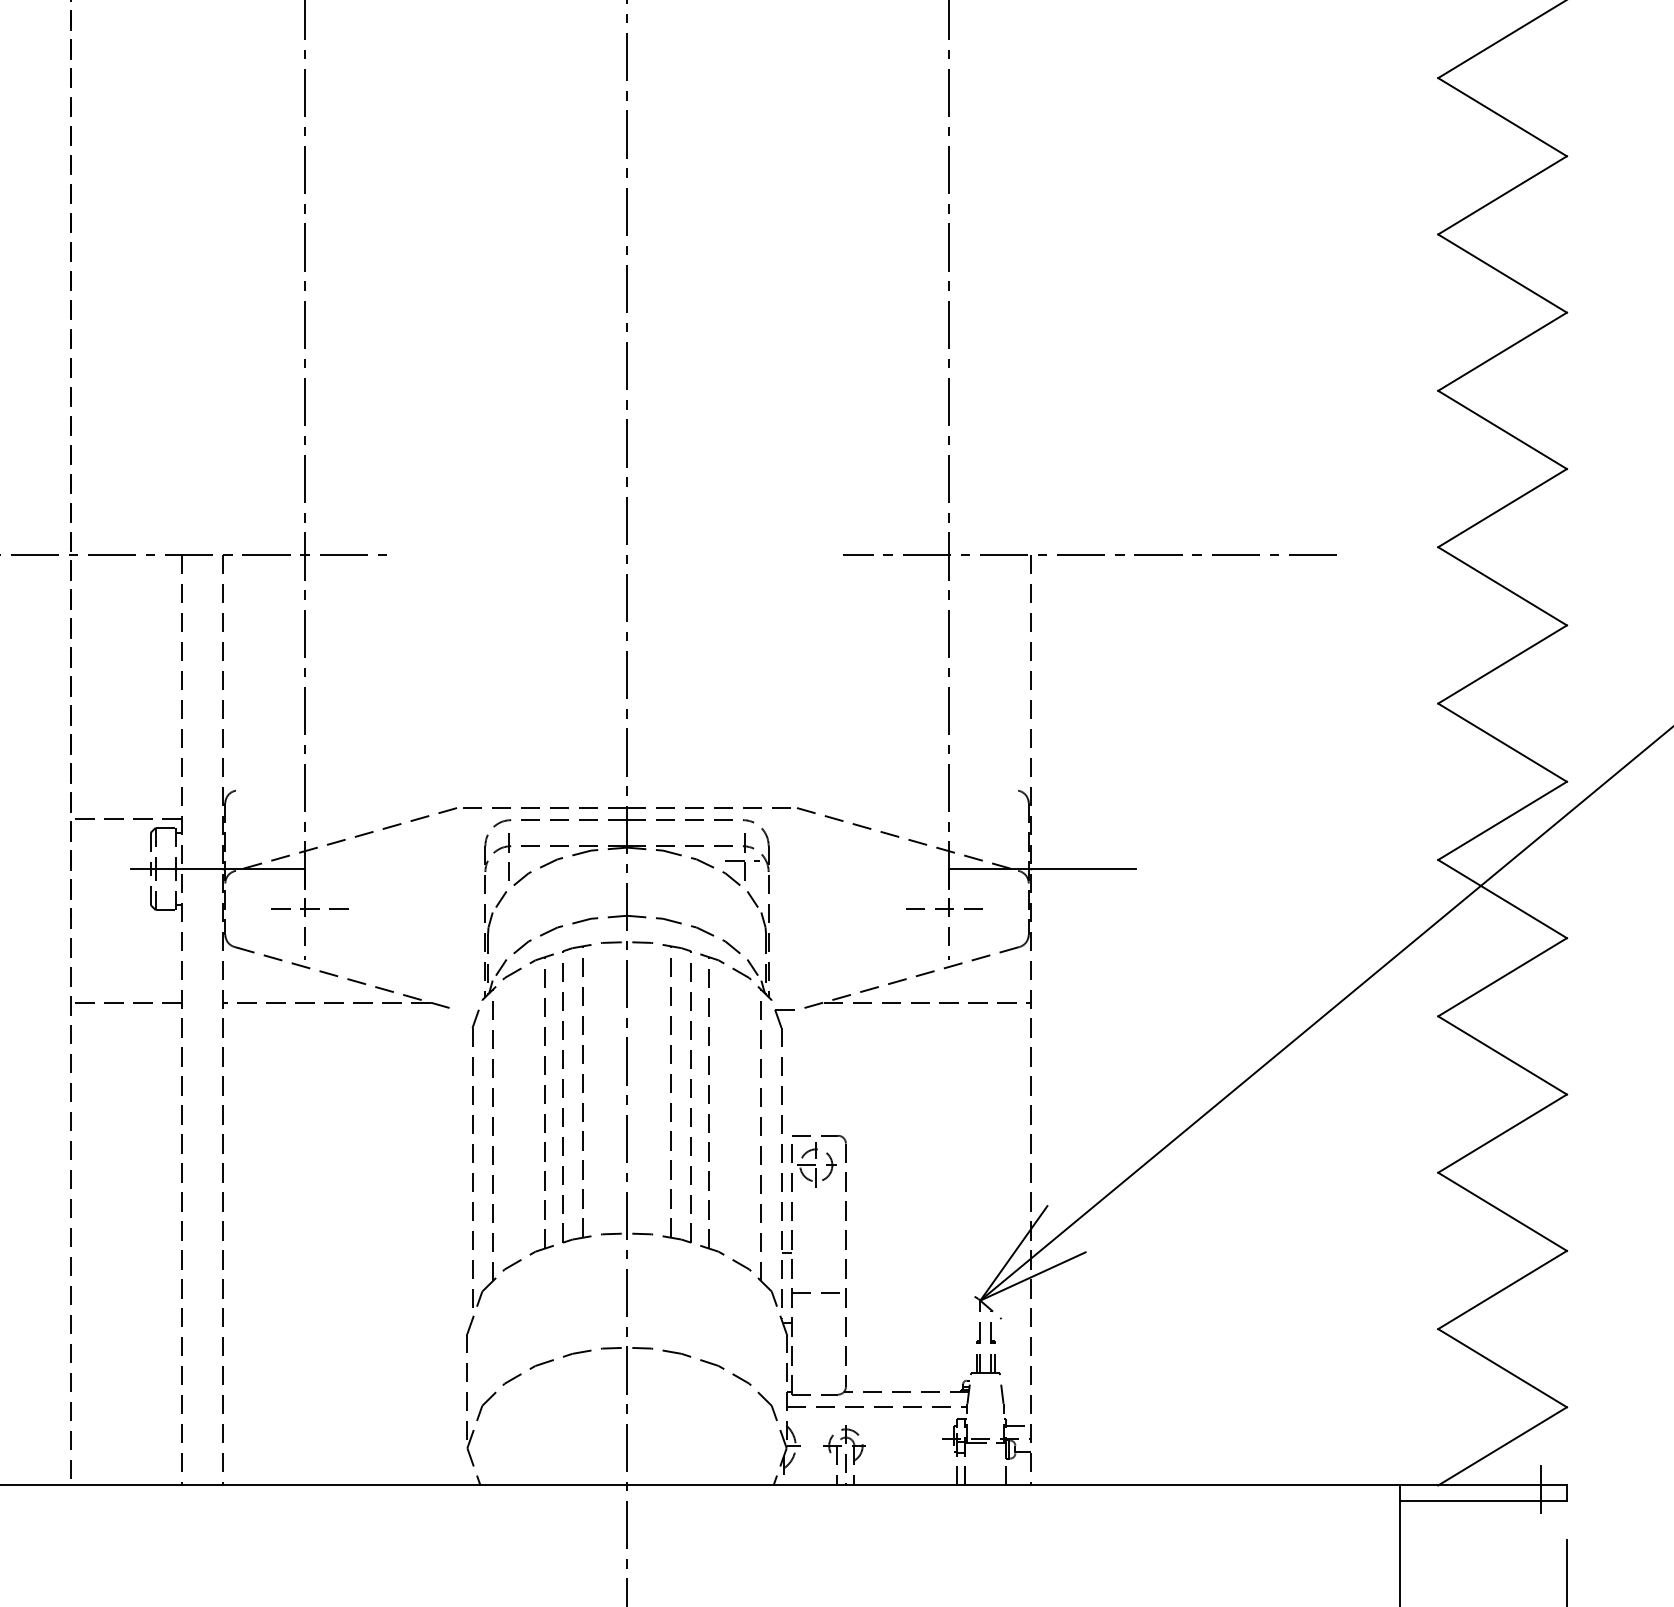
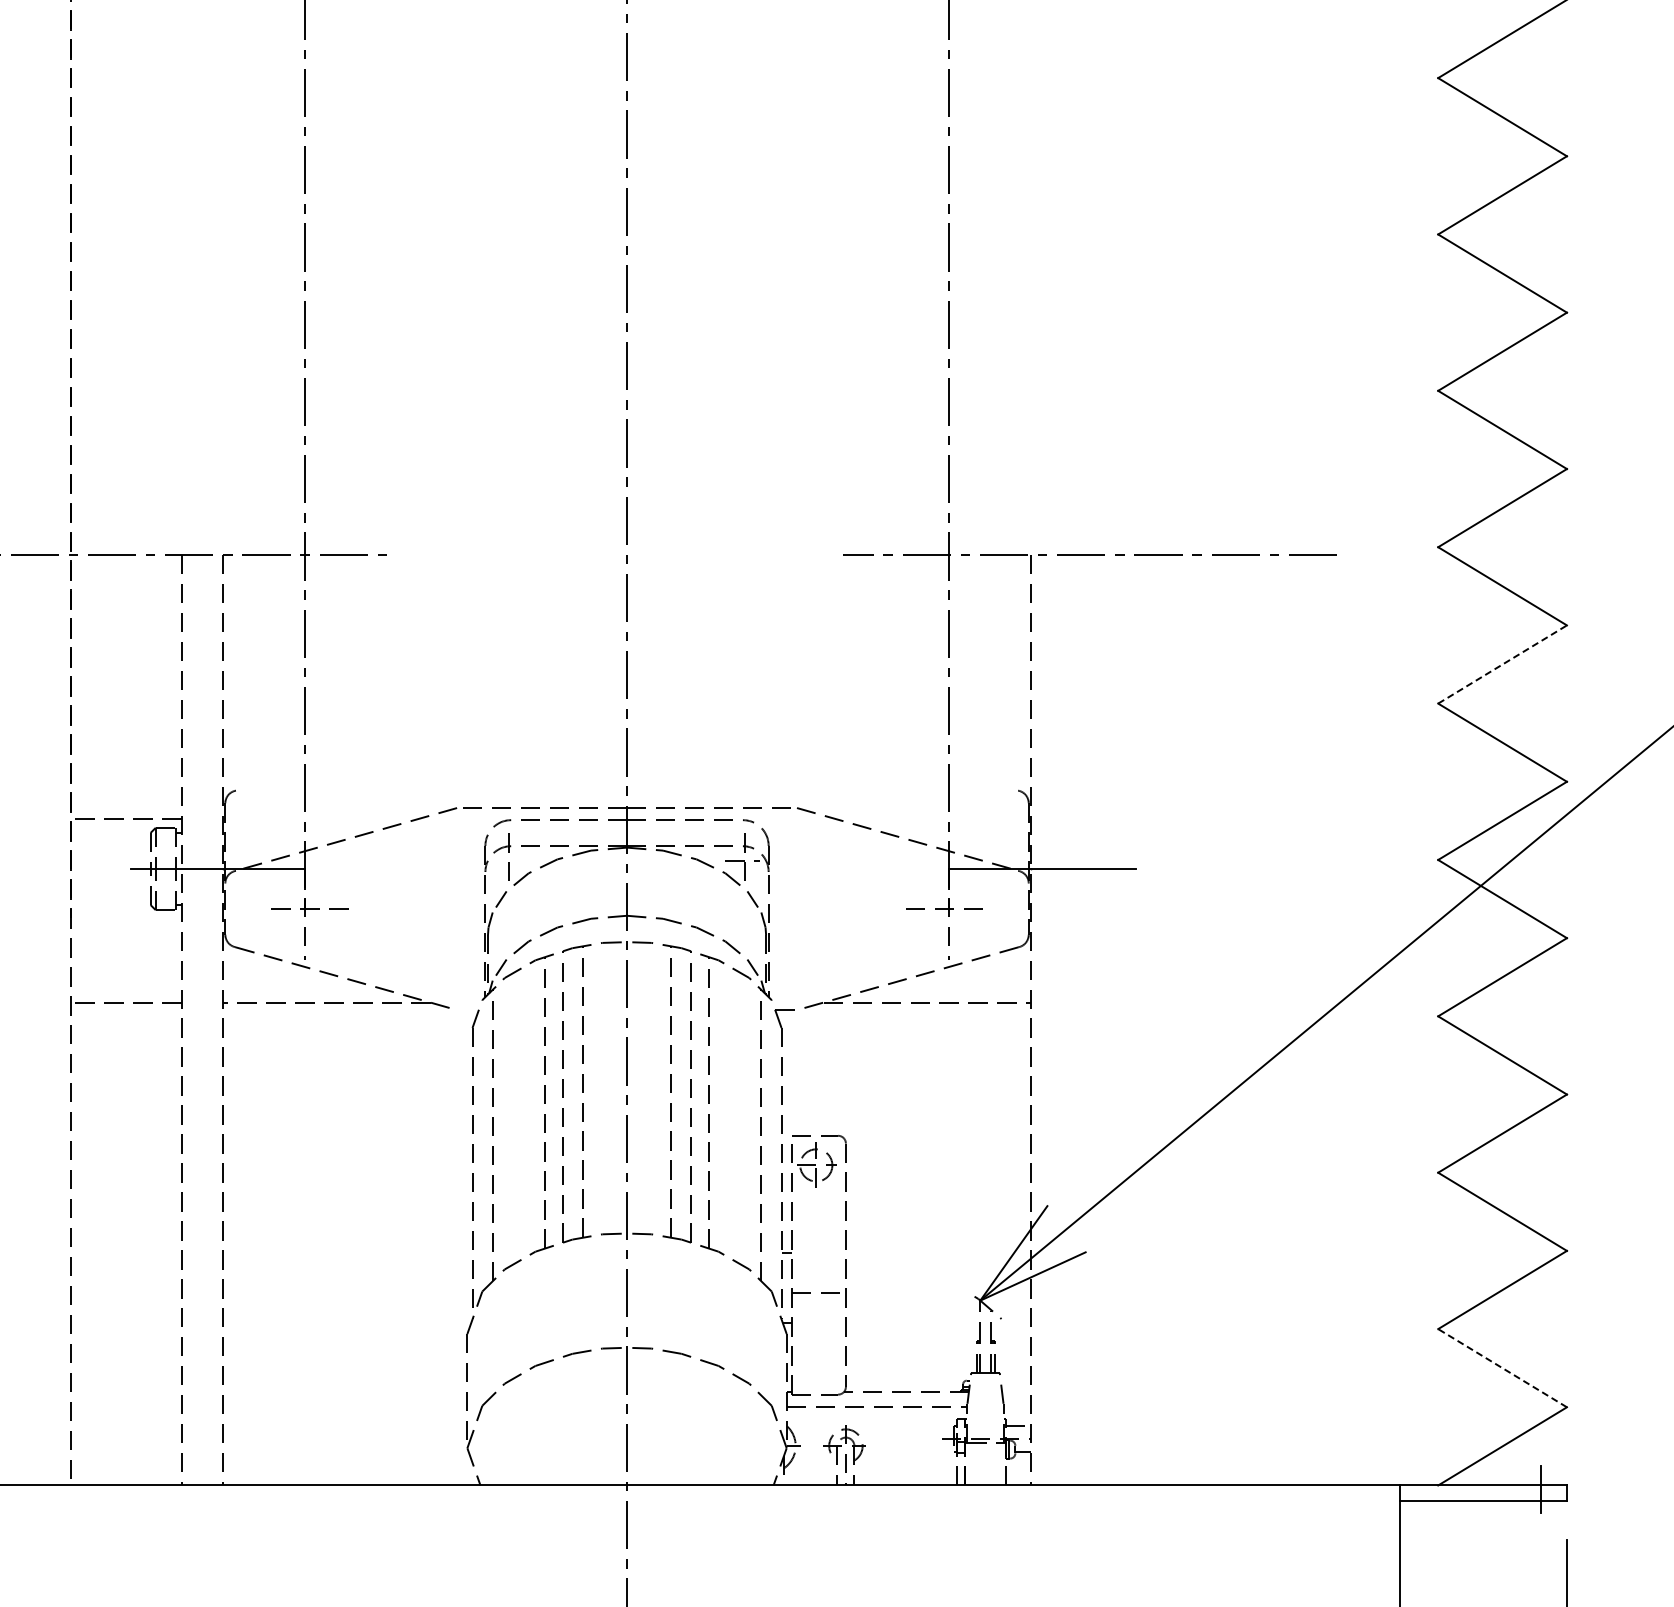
line at (1503, 664): solid -> dashed
line at (1502, 1367): solid -> dashed
